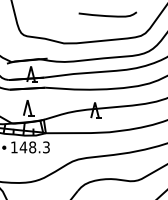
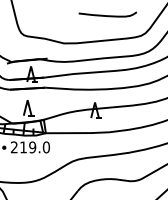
text at (29, 147): 148.3 -> 219.0
